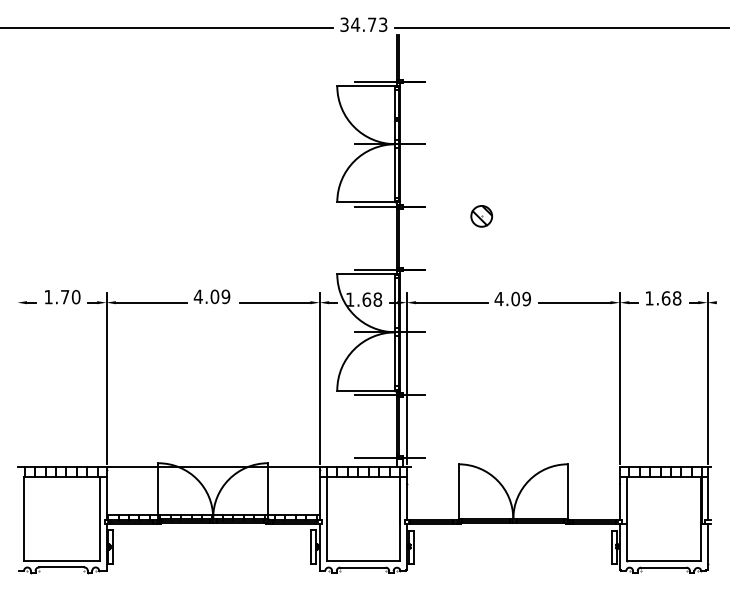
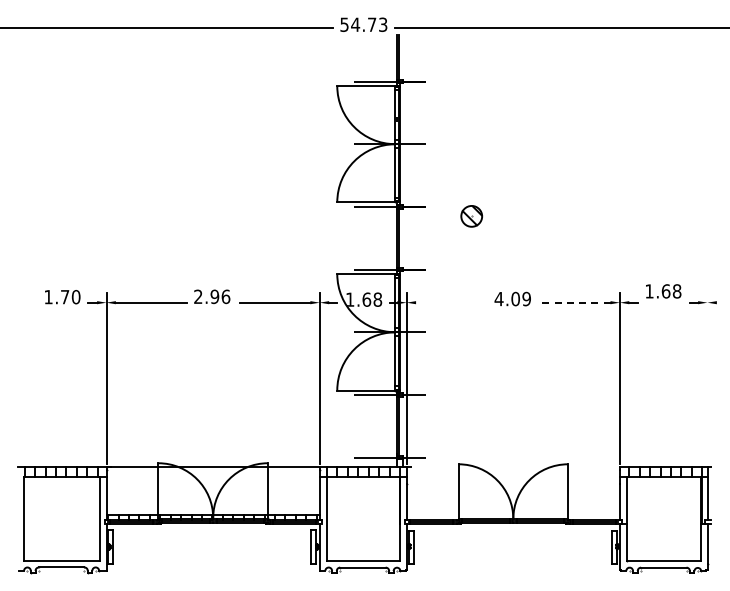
text at (344, 24): 34.73 -> 54.73
part at (481, 216) position: (481, 216) -> (471, 216)
text at (211, 296): 4.09 -> 2.96
text at (663, 298) position: (663, 298) -> (663, 291)
part at (27, 302): present -> none
line at (451, 302): present -> none
line at (574, 302): solid -> dashed
line at (707, 378): present -> none
